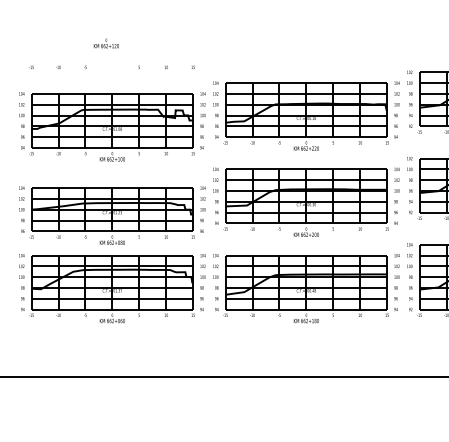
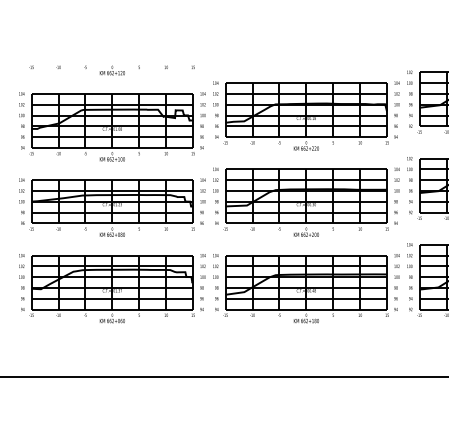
text at (105, 43) position: (105, 43) -> (111, 70)
part at (112, 215) position: (112, 215) -> (112, 207)
